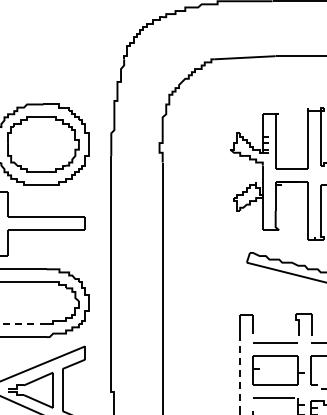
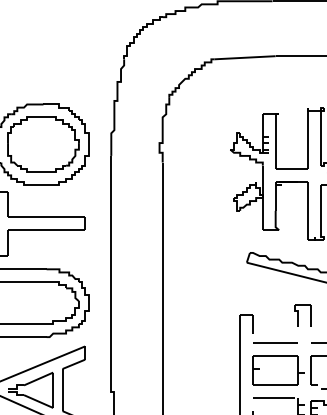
line at (22, 323): dashed -> solid
part at (303, 324) position: (303, 324) -> (302, 315)
line at (240, 372): dashed -> solid
